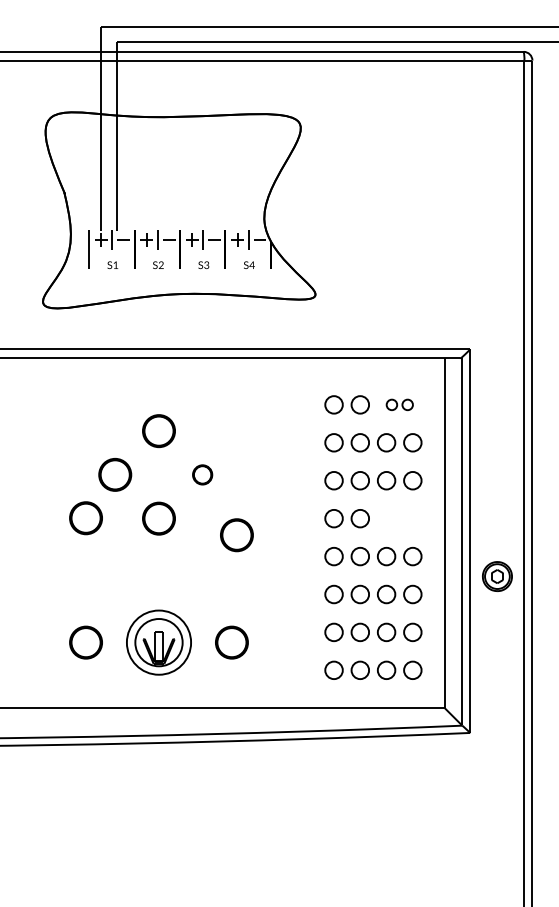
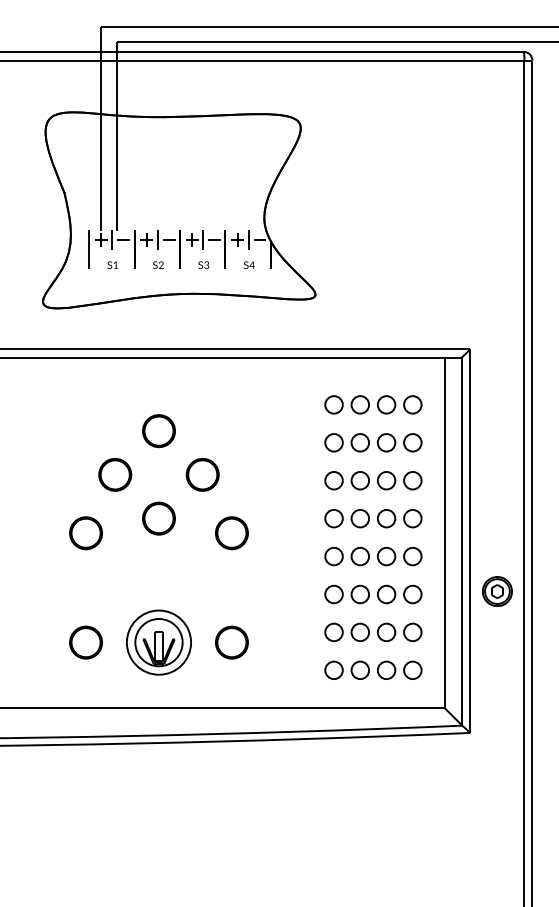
part at (399, 404) size: 29x14 px -> 46x20 px
part at (202, 474) size: 22x22 px -> 35x34 px
part at (85, 518) position: (85, 518) -> (85, 533)
part at (399, 518): none -> present
part at (236, 535) position: (236, 535) -> (231, 533)
part at (497, 576) position: (497, 576) -> (497, 591)
